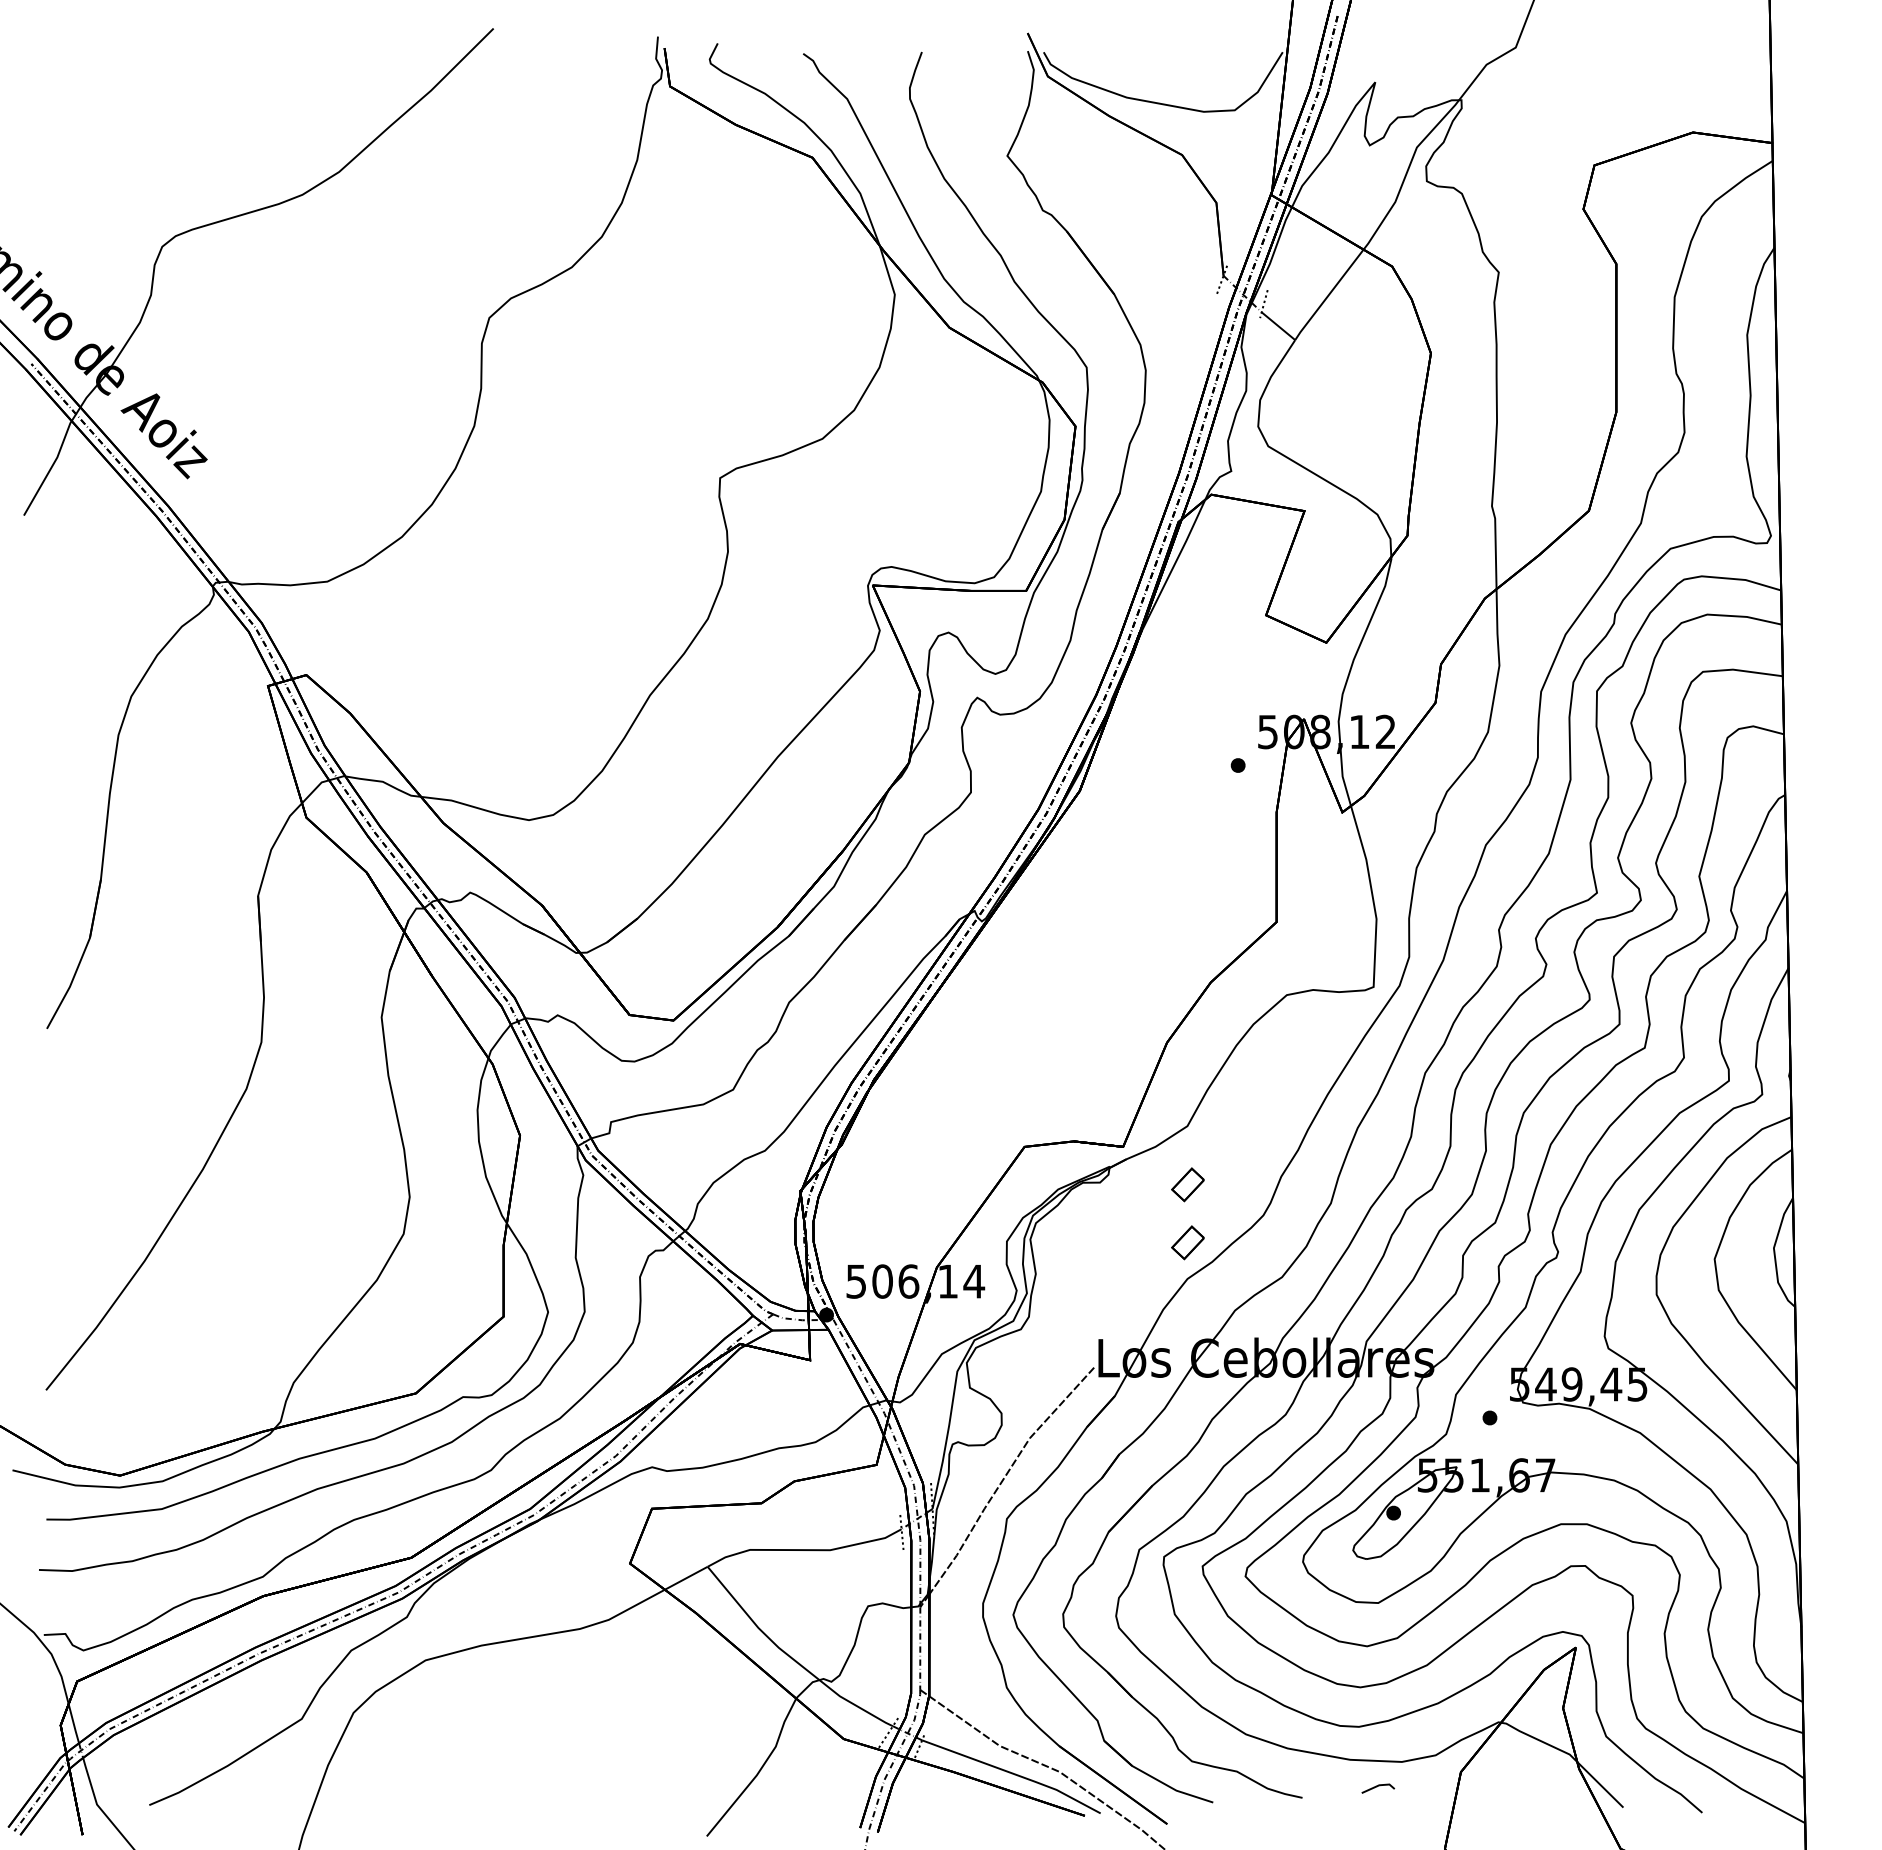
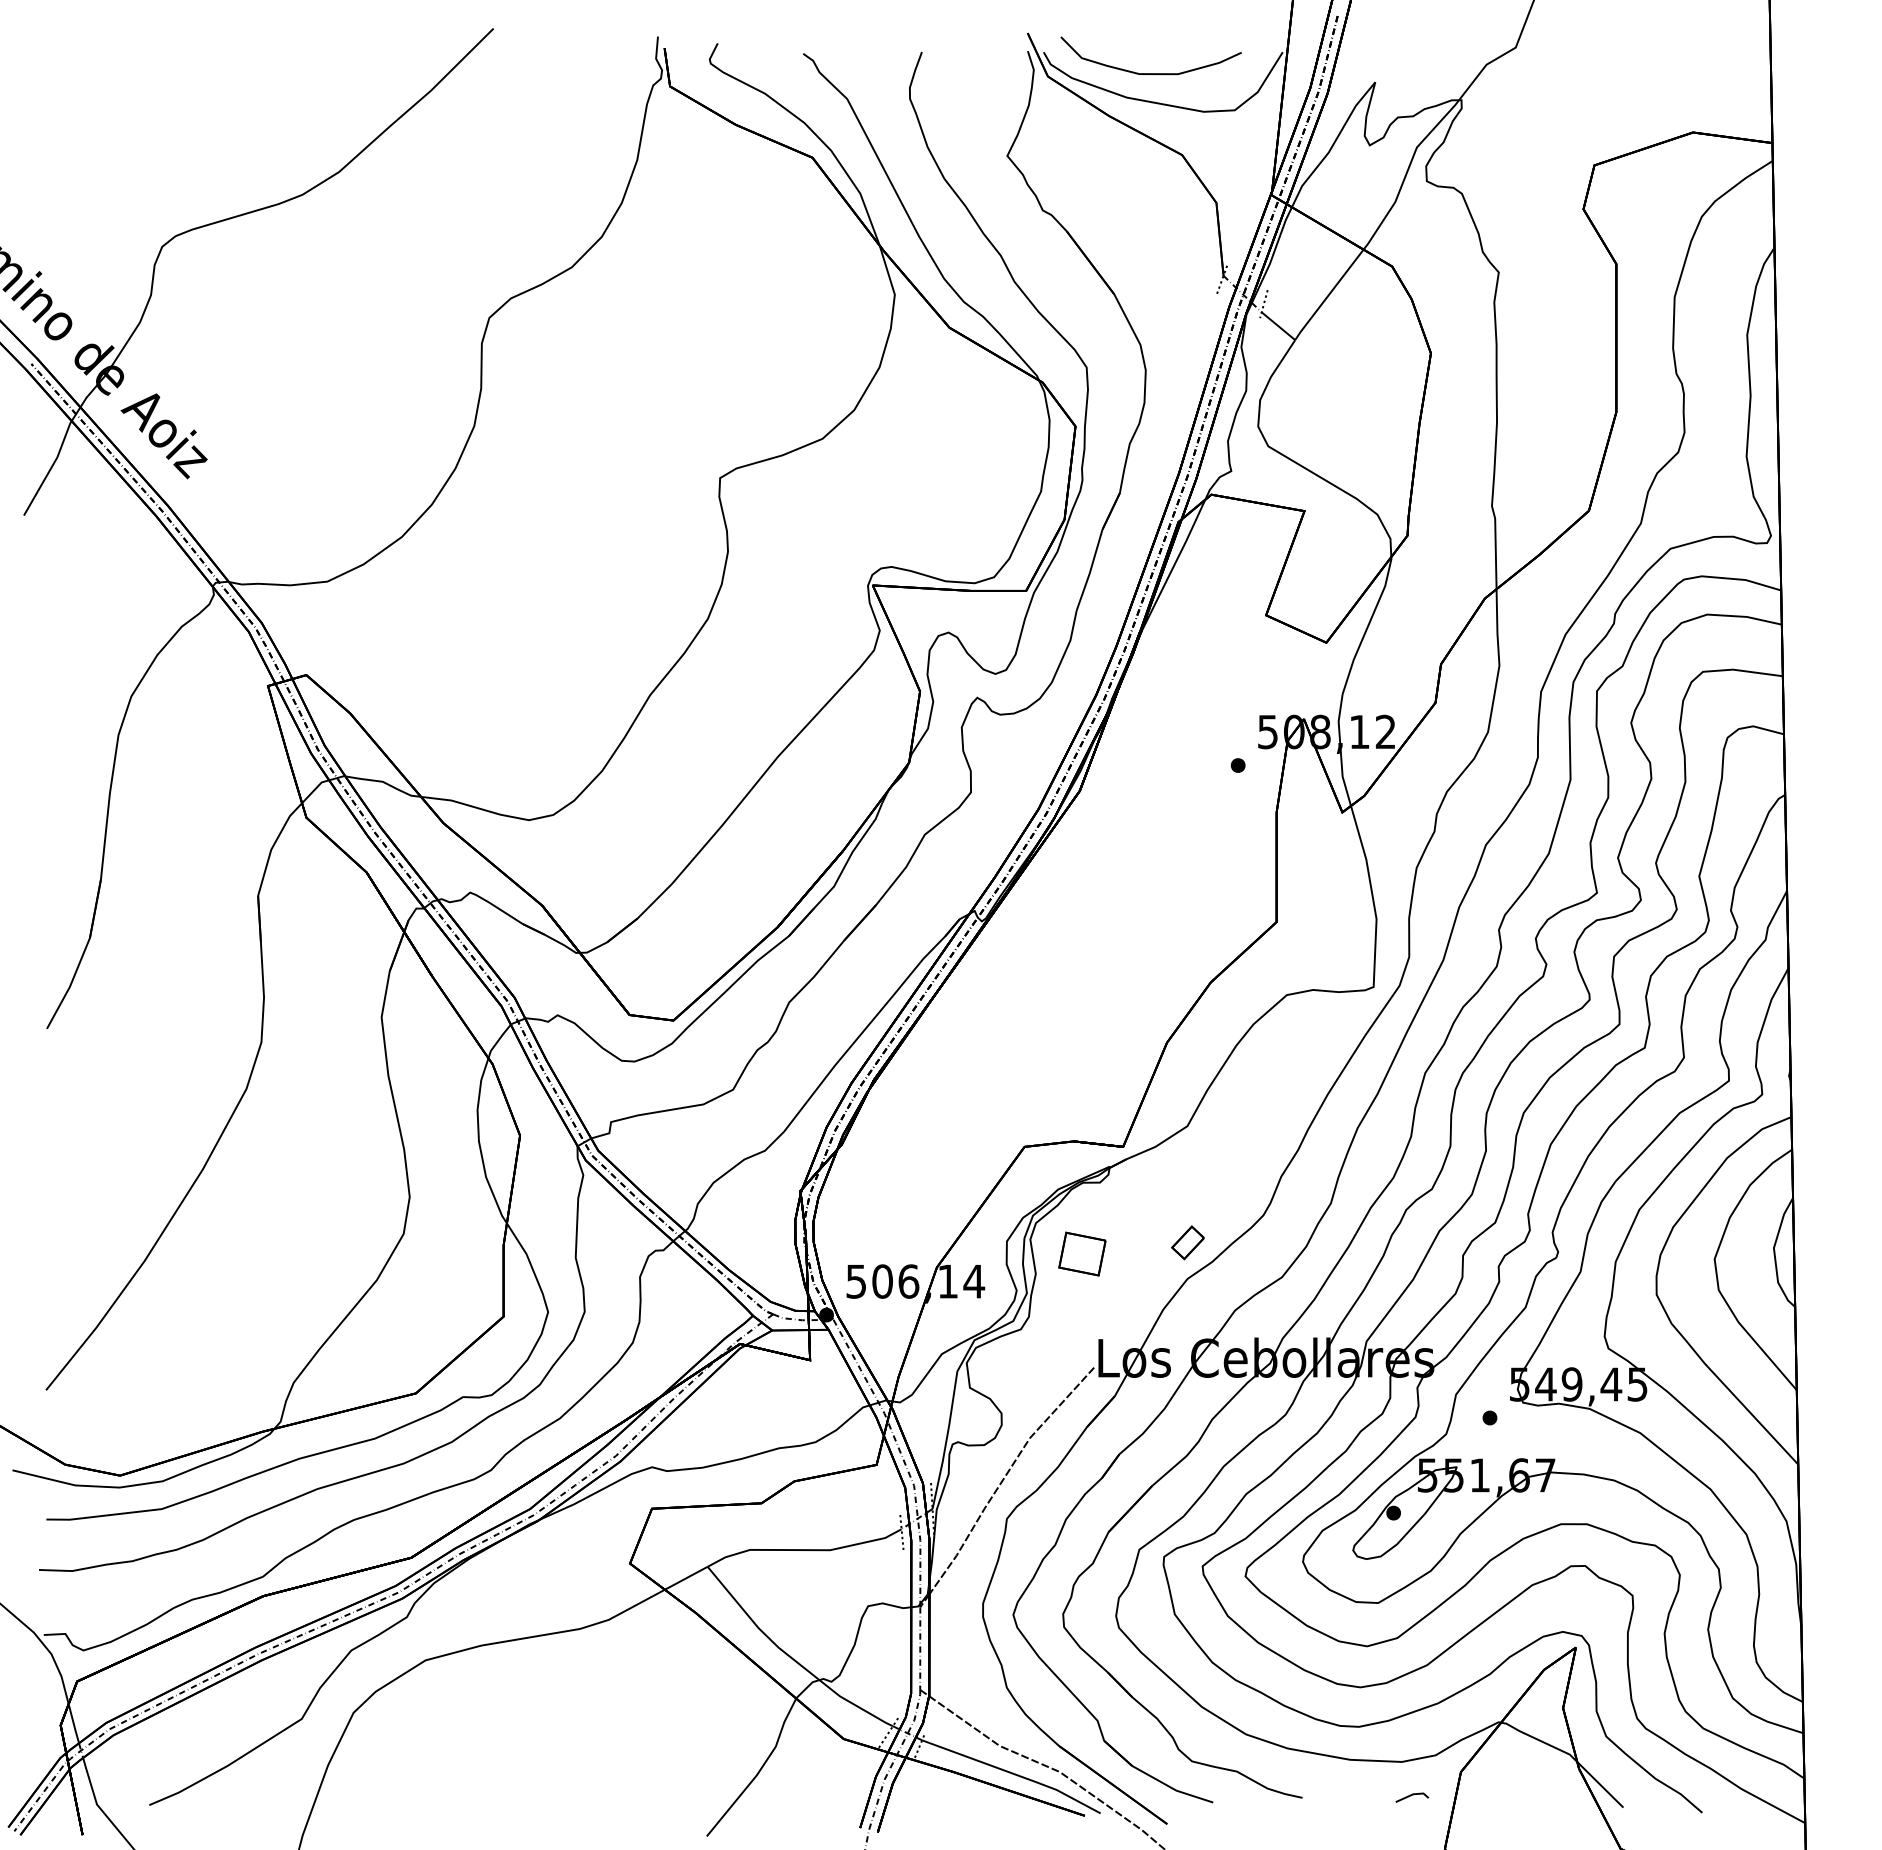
curve at (1150, 73): none -> present
part at (1187, 1184): present -> none
part at (1082, 1253): none -> present
line at (1377, 1787) position: (1377, 1787) -> (1411, 1796)
